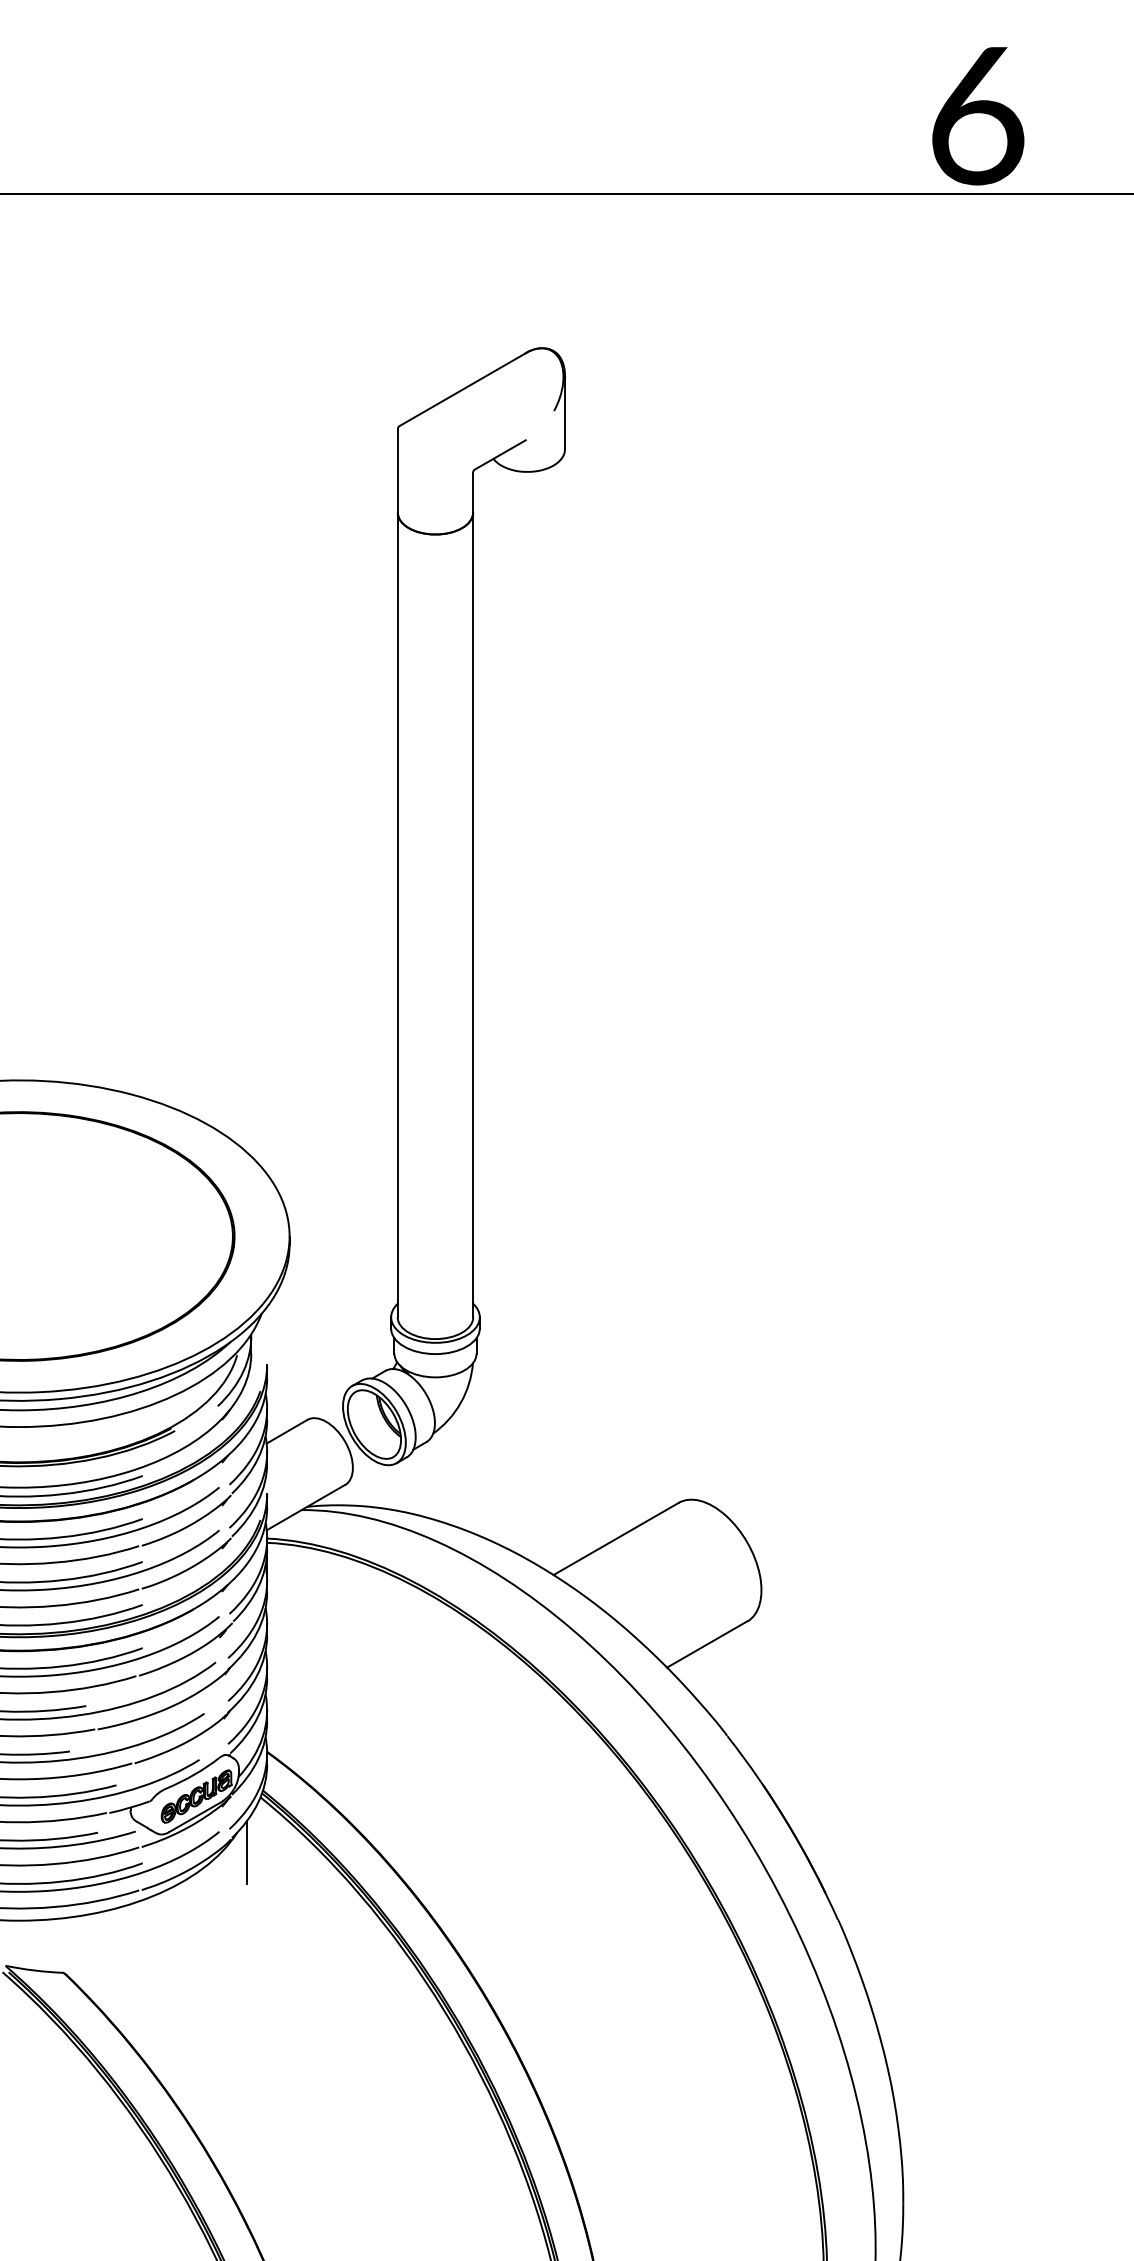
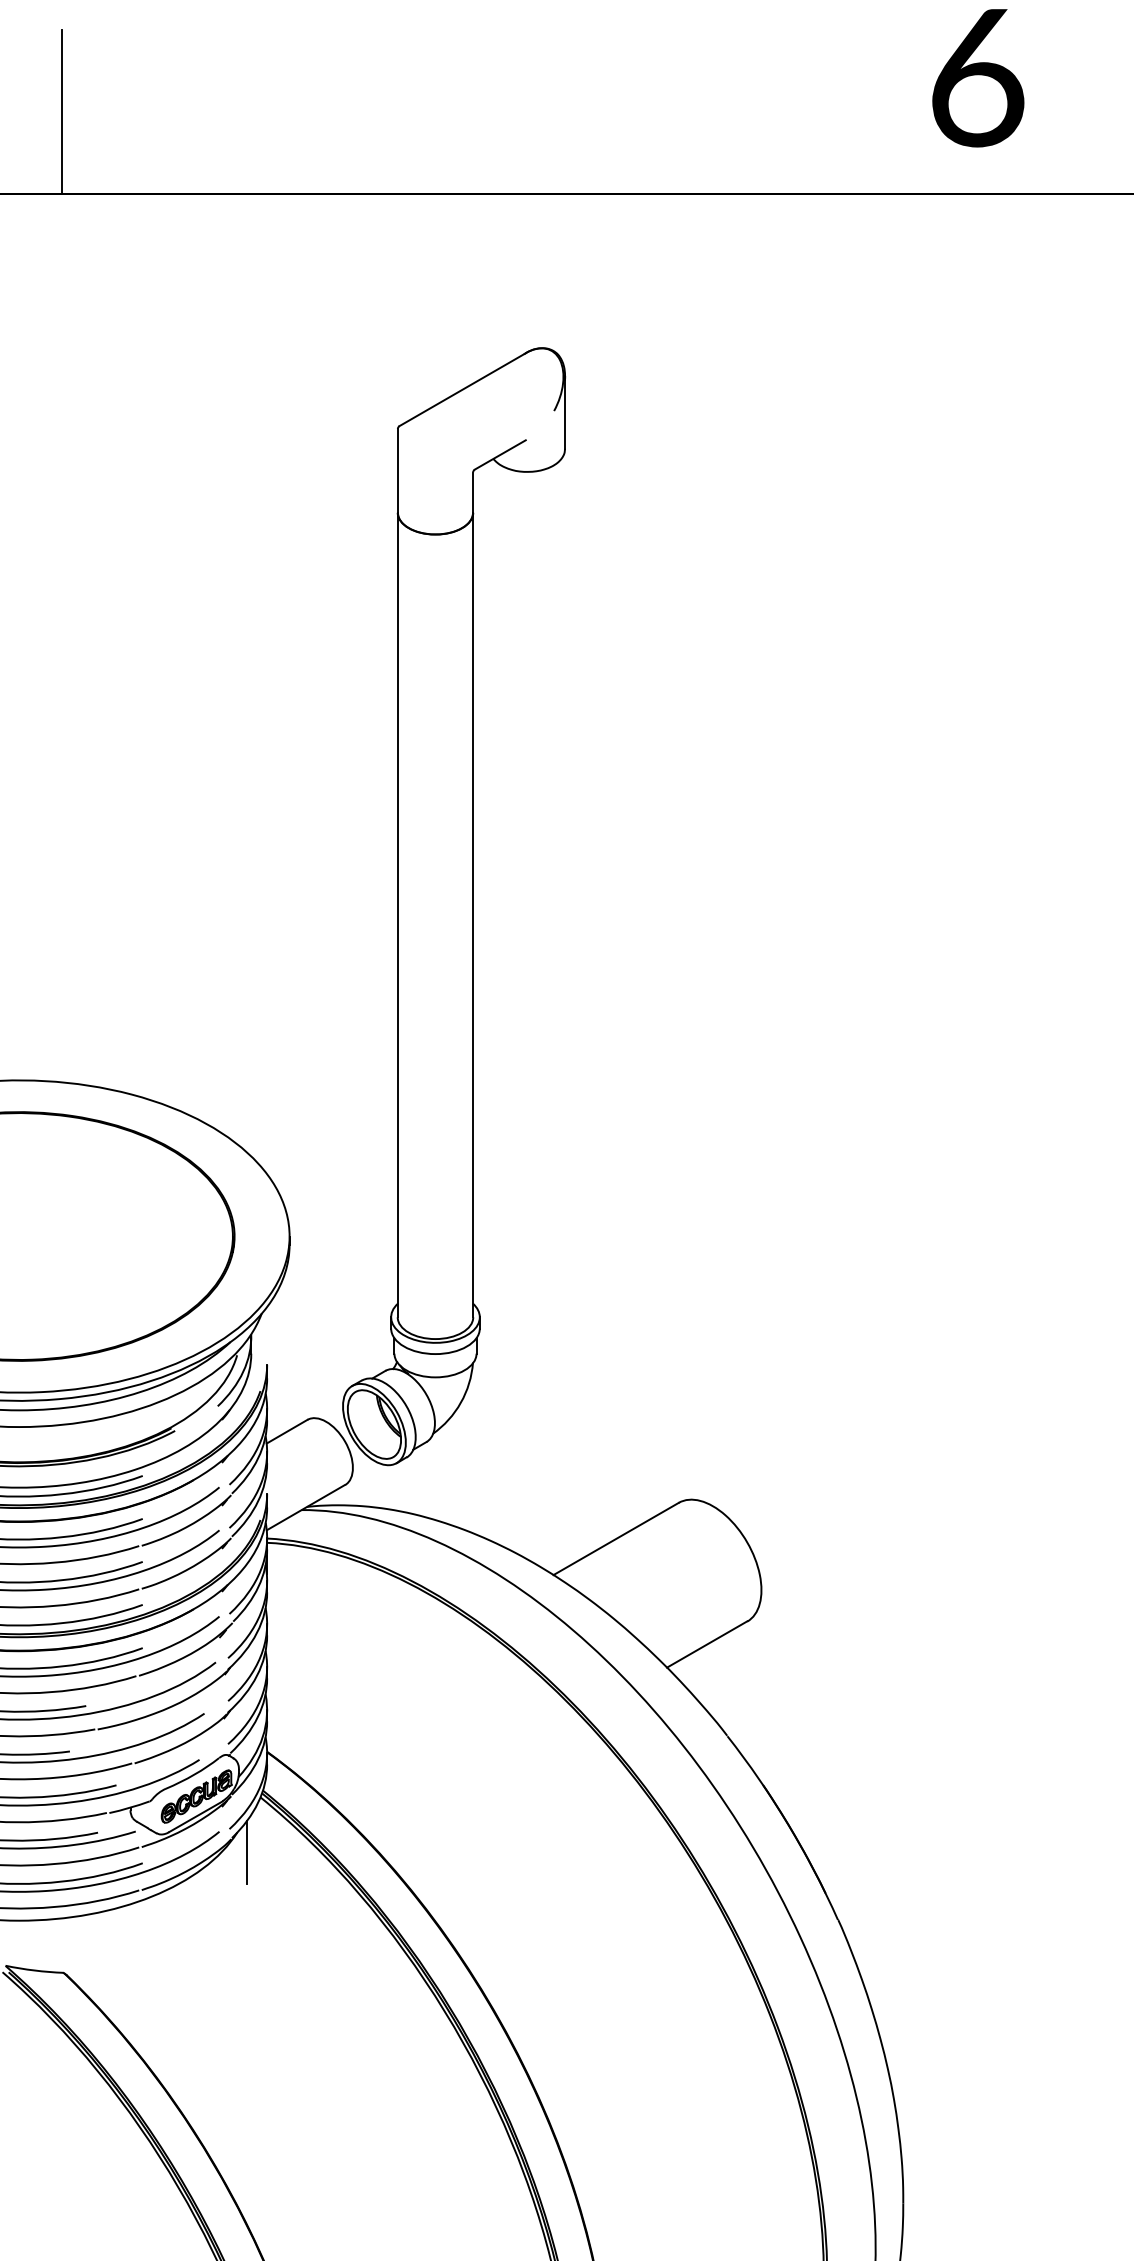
line at (61, 112): none -> present
text at (978, 116) position: (978, 116) -> (978, 78)
